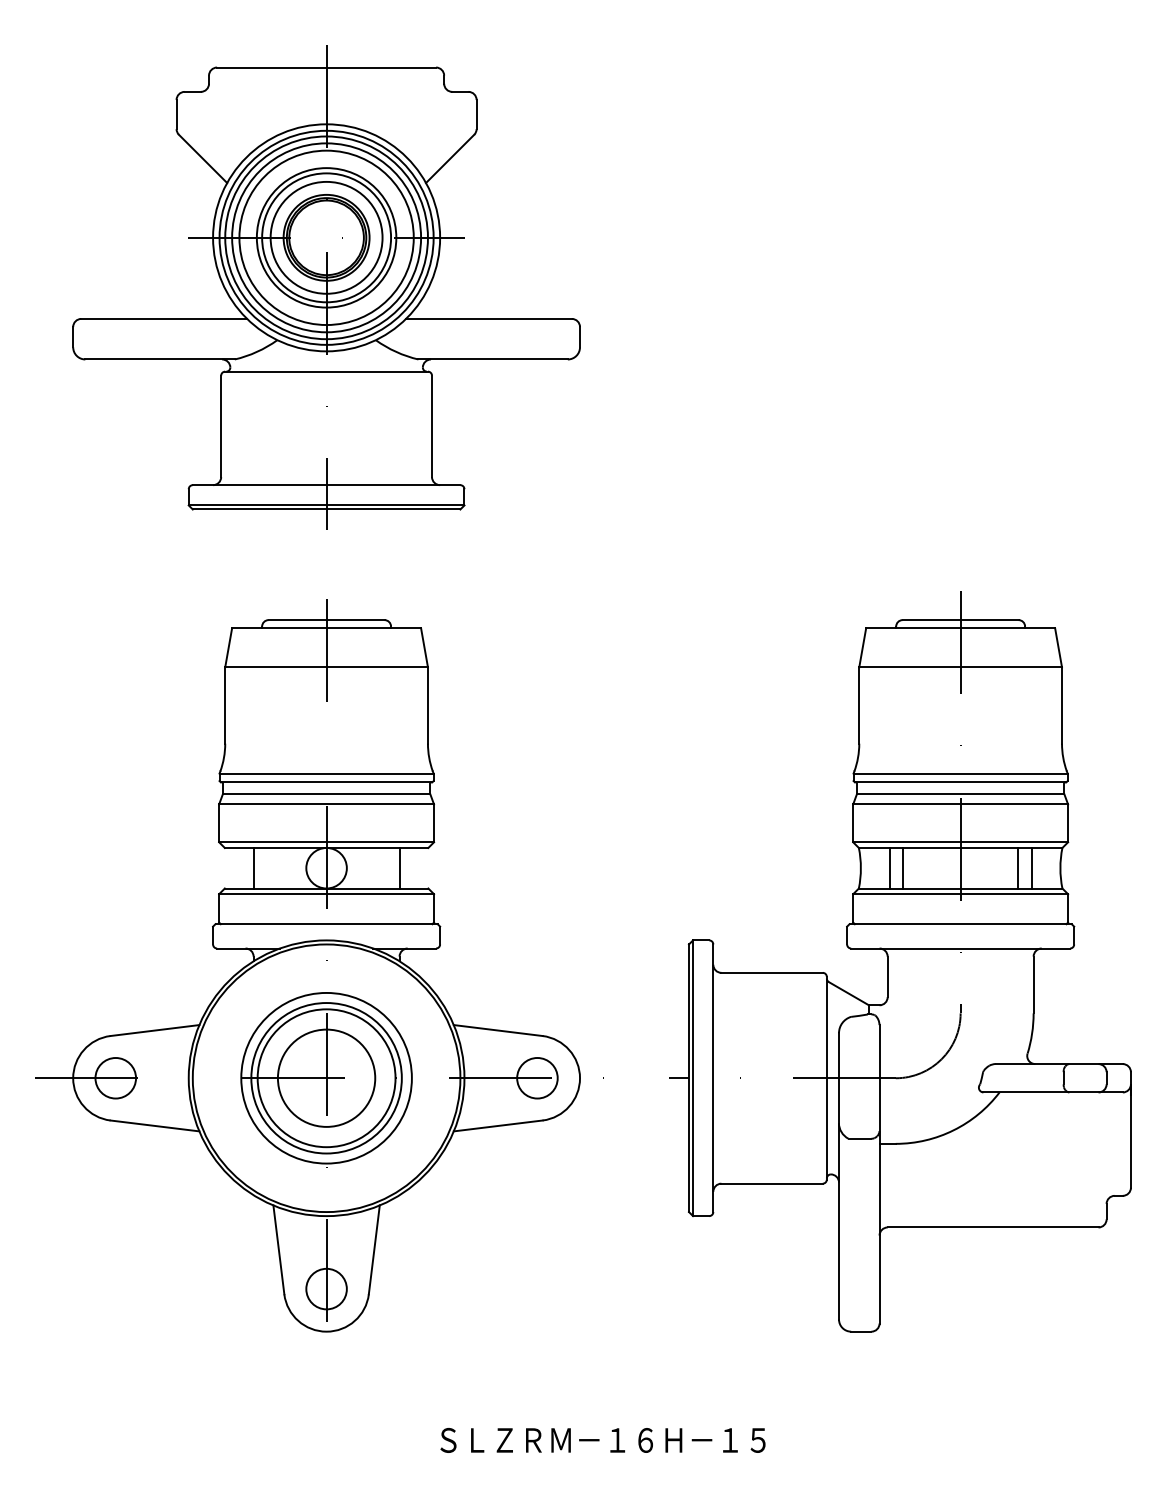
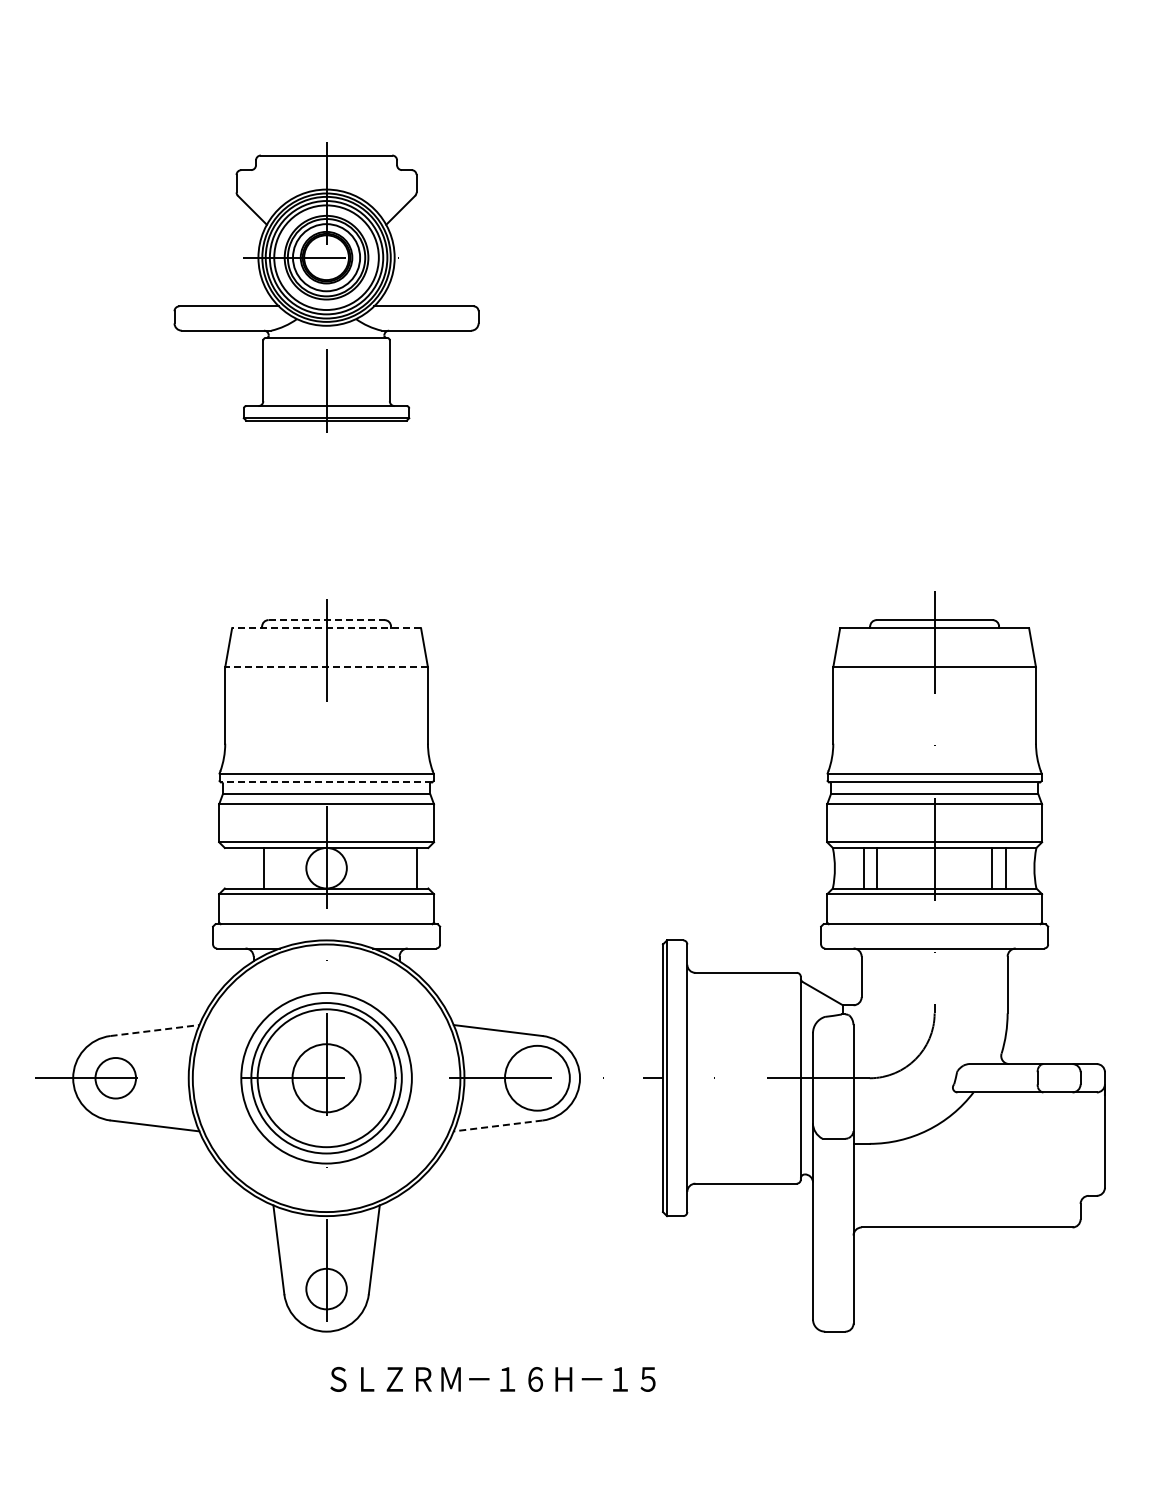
part at (326, 287) size: 509x485 px -> 307x291 px
line at (326, 620): solid -> dashed
line at (326, 628): solid -> dashed
line at (326, 667): solid -> dashed
line at (326, 782): solid -> dashed
line at (253, 867) position: (253, 867) -> (263, 867)
line at (399, 867) position: (399, 867) -> (416, 867)
part at (900, 961) position: (900, 961) -> (874, 961)
line at (154, 1030): solid -> dashed
circle at (326, 1077) diameter: 97 px -> 68 px
circle at (537, 1077) diameter: 41 px -> 65 px
line at (498, 1125): solid -> dashed
text at (602, 1440) position: (602, 1440) -> (492, 1379)
